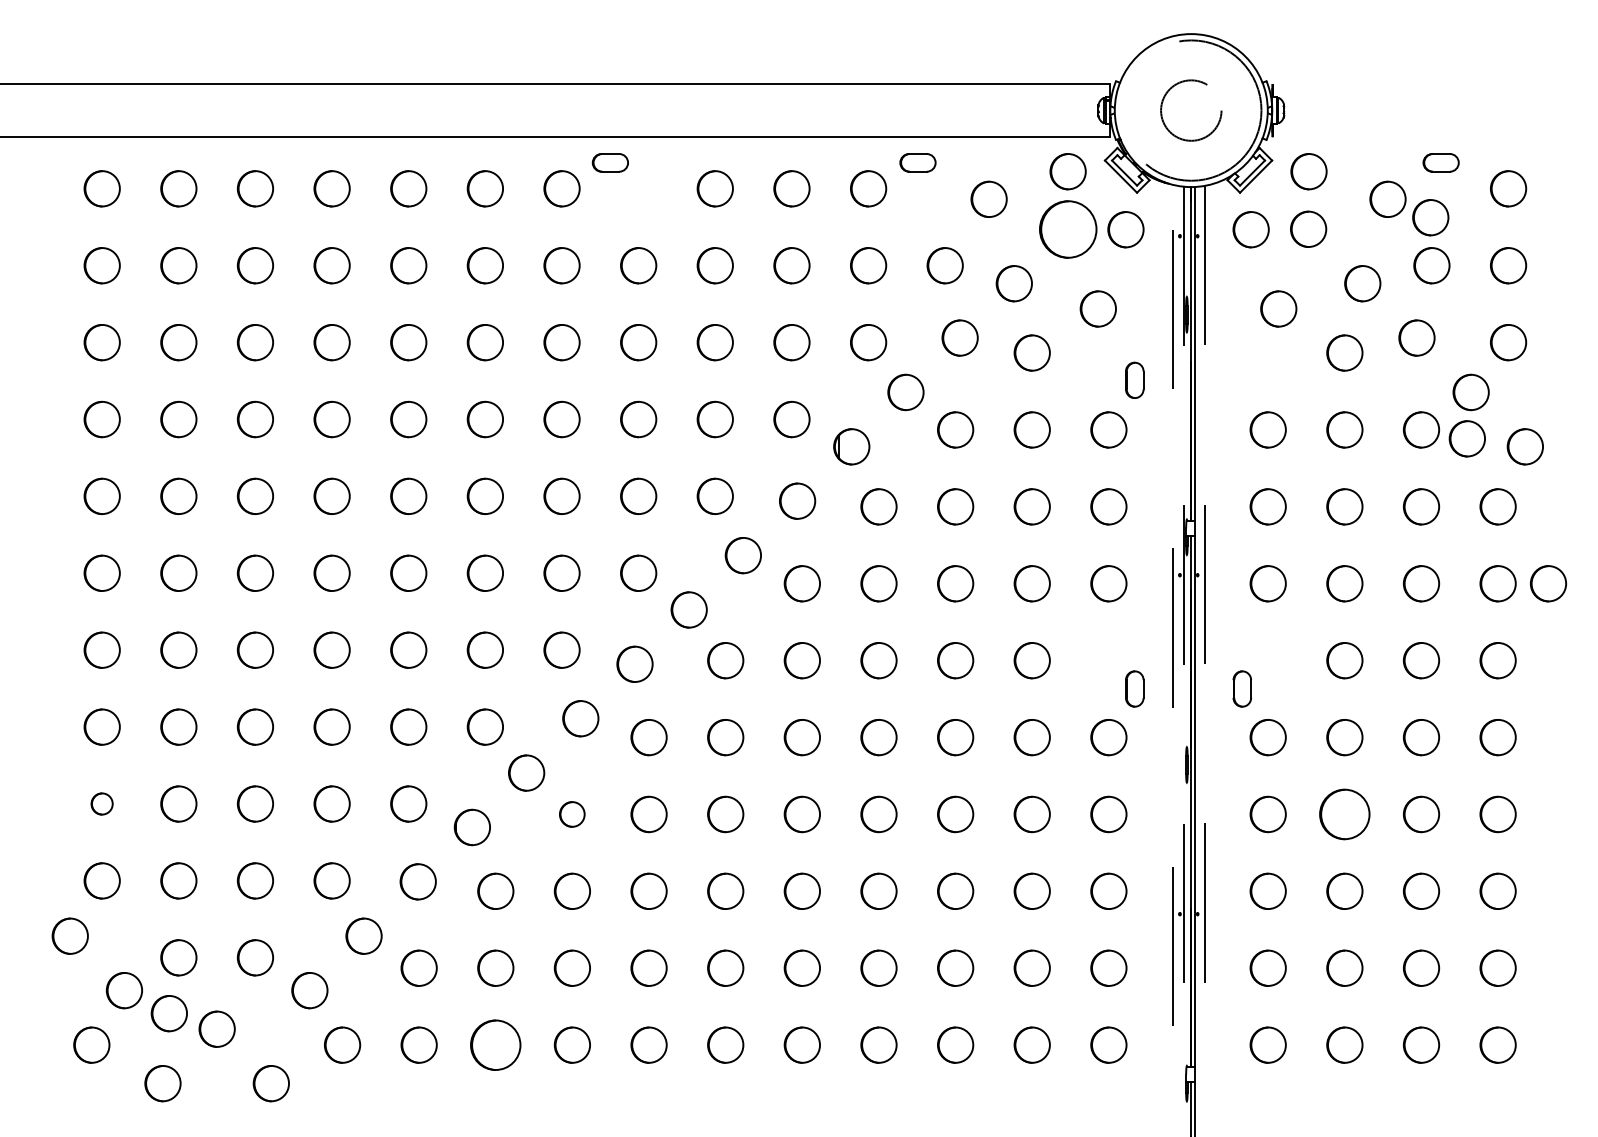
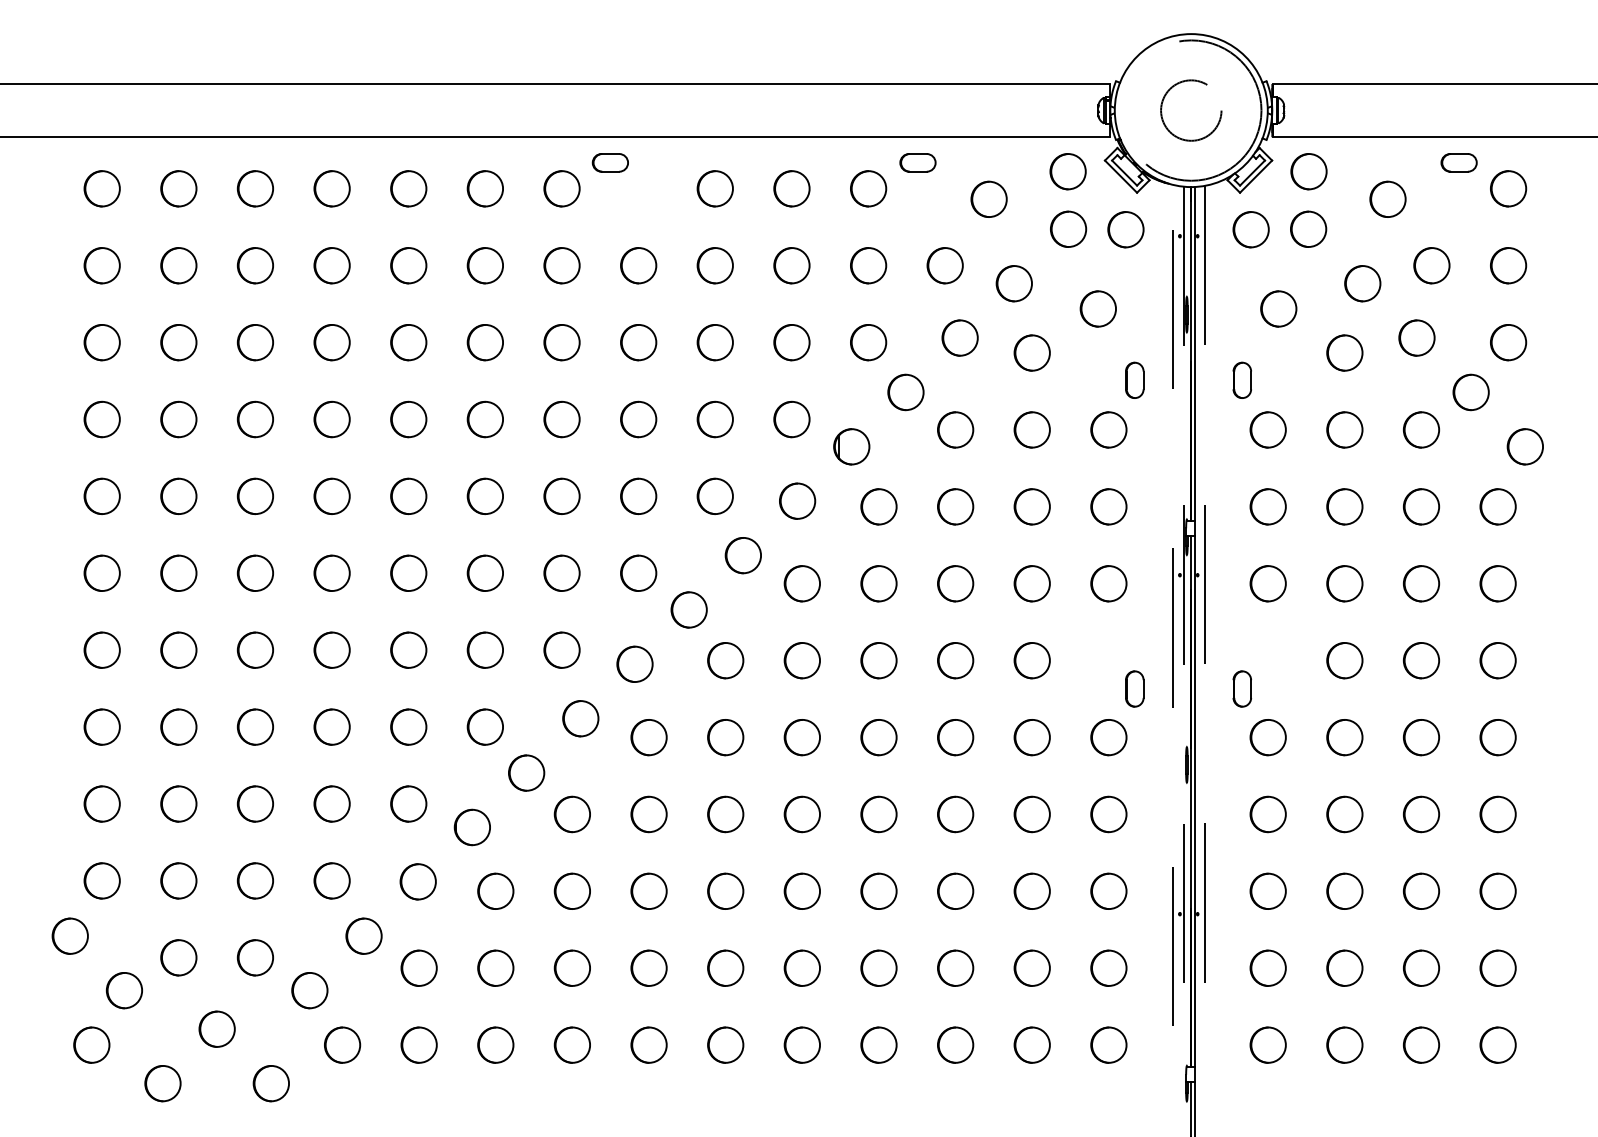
line at (1433, 83): none -> present
line at (1433, 137): none -> present
part at (1440, 162) position: (1440, 162) -> (1458, 162)
circle at (1430, 217): present -> none
circle at (1068, 229) size: 59x59 px -> 38x38 px
part at (1241, 379): none -> present
circle at (1466, 438): present -> none
circle at (1548, 583): present -> none
circle at (101, 803) size: 24x24 px -> 38x38 px
part at (572, 814) size: 27x27 px -> 38x39 px
part at (1344, 814) size: 52x53 px -> 38x39 px
circle at (168, 1013): present -> none
circle at (495, 1044) size: 52x52 px -> 38x38 px
